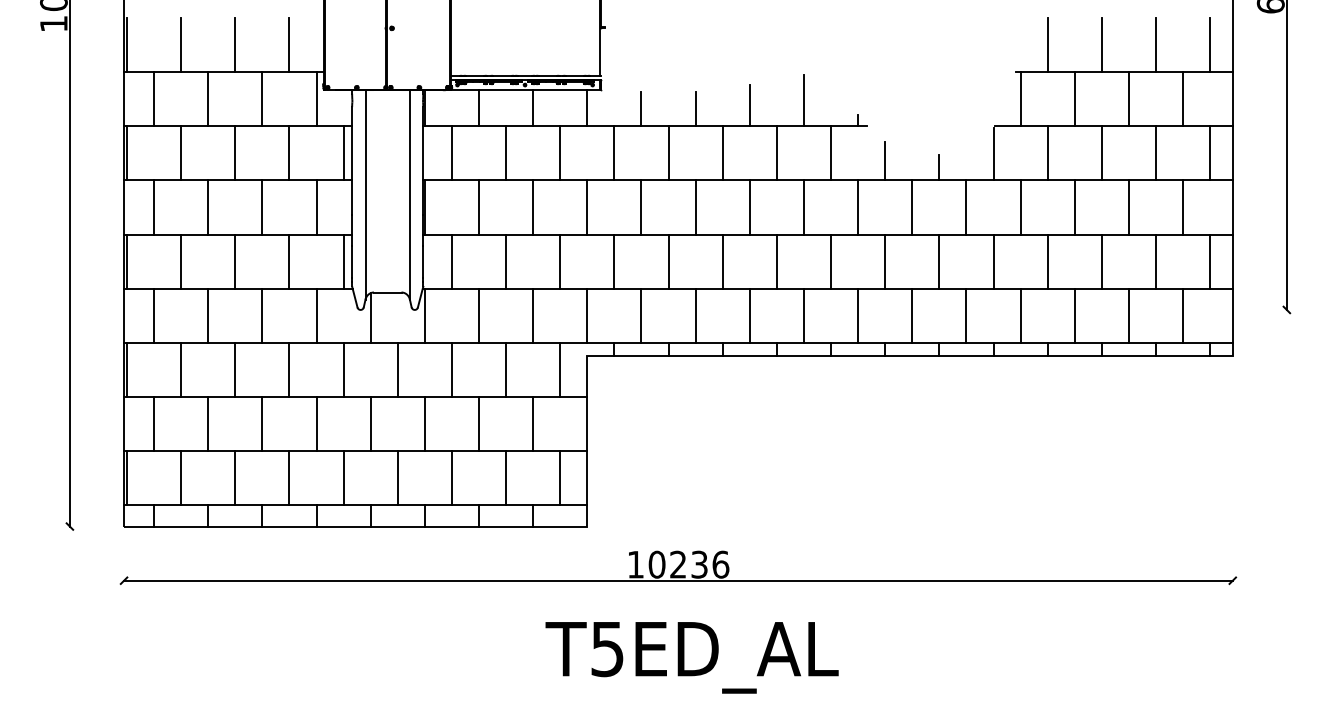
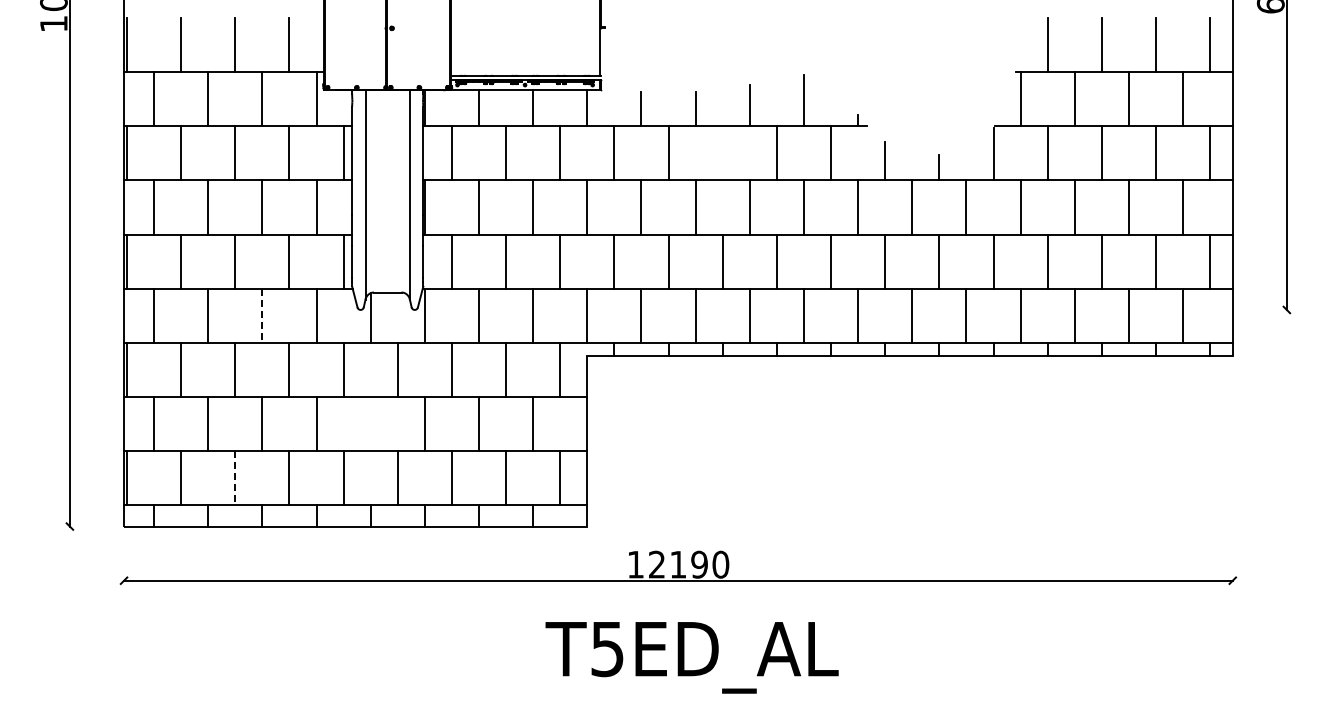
line at (722, 153): present -> none
line at (262, 316): solid -> dashed
line at (370, 424): present -> none
line at (235, 478): solid -> dashed
text at (688, 564): 10236 -> 12190
